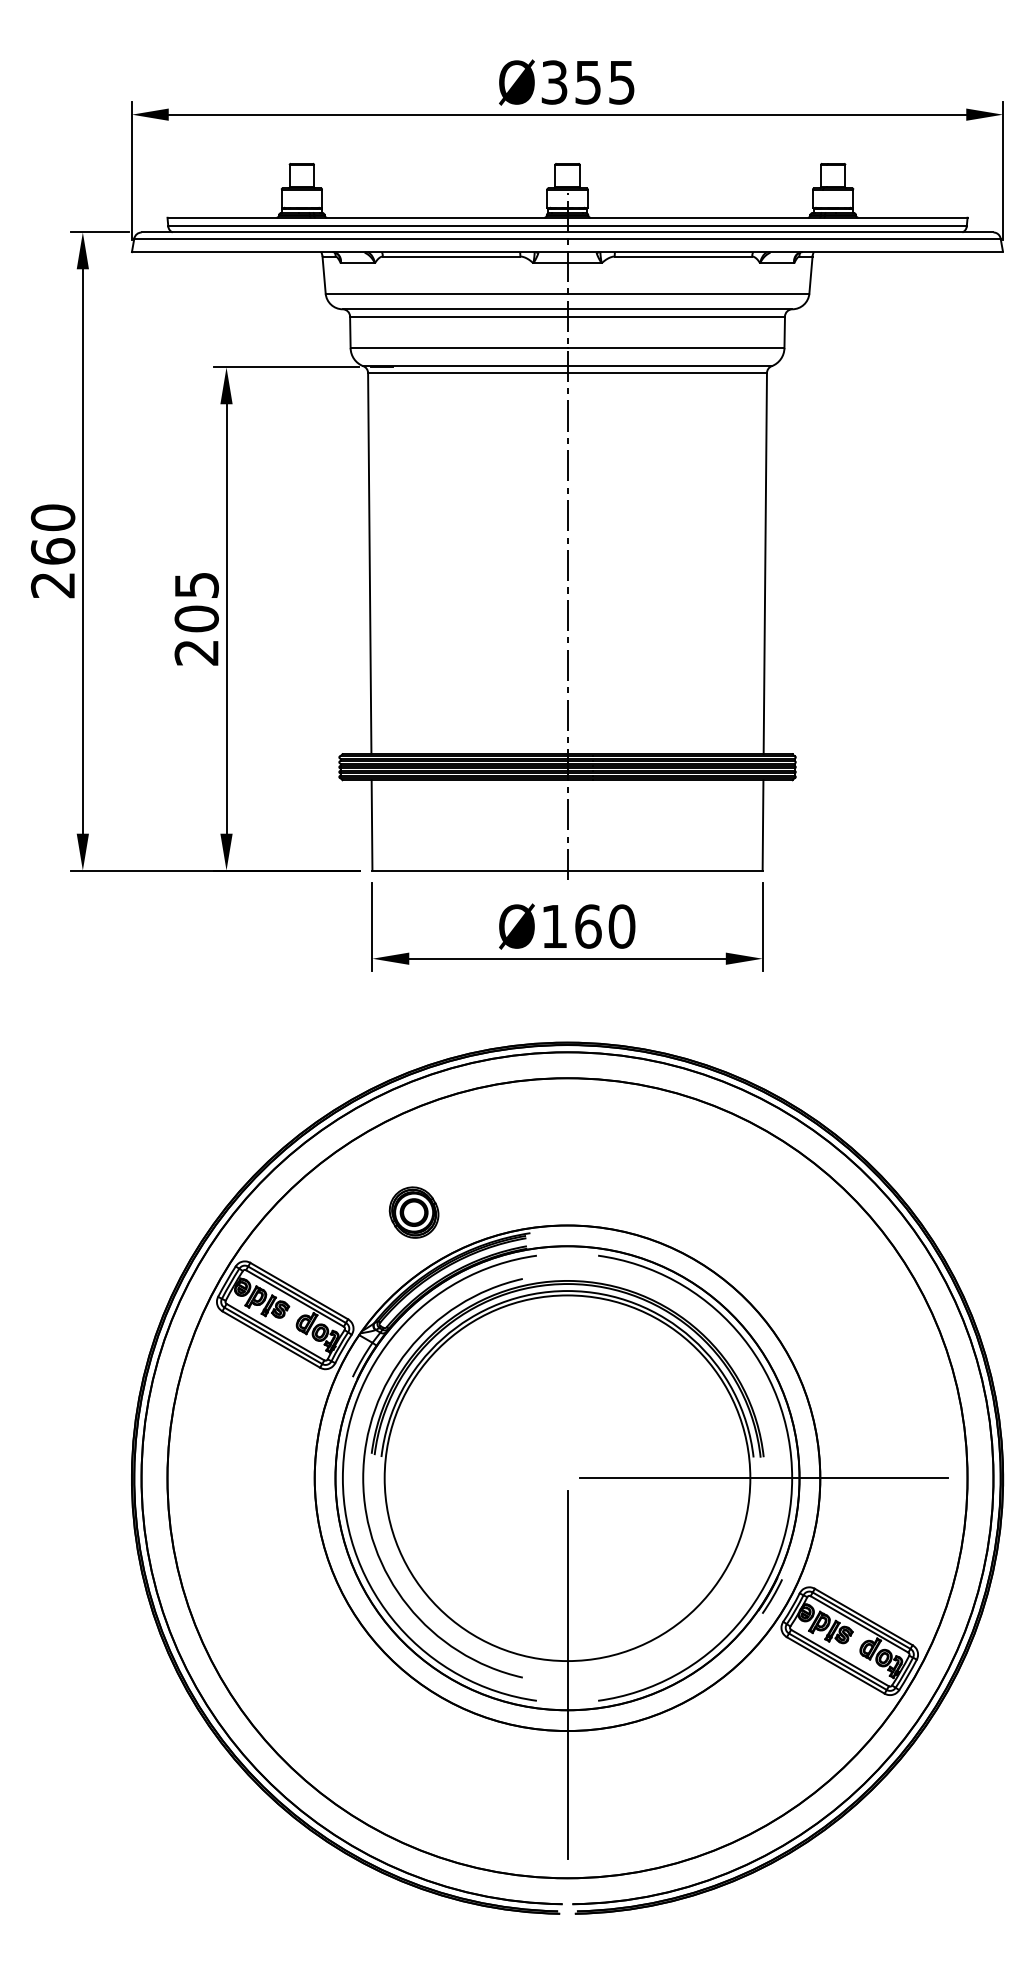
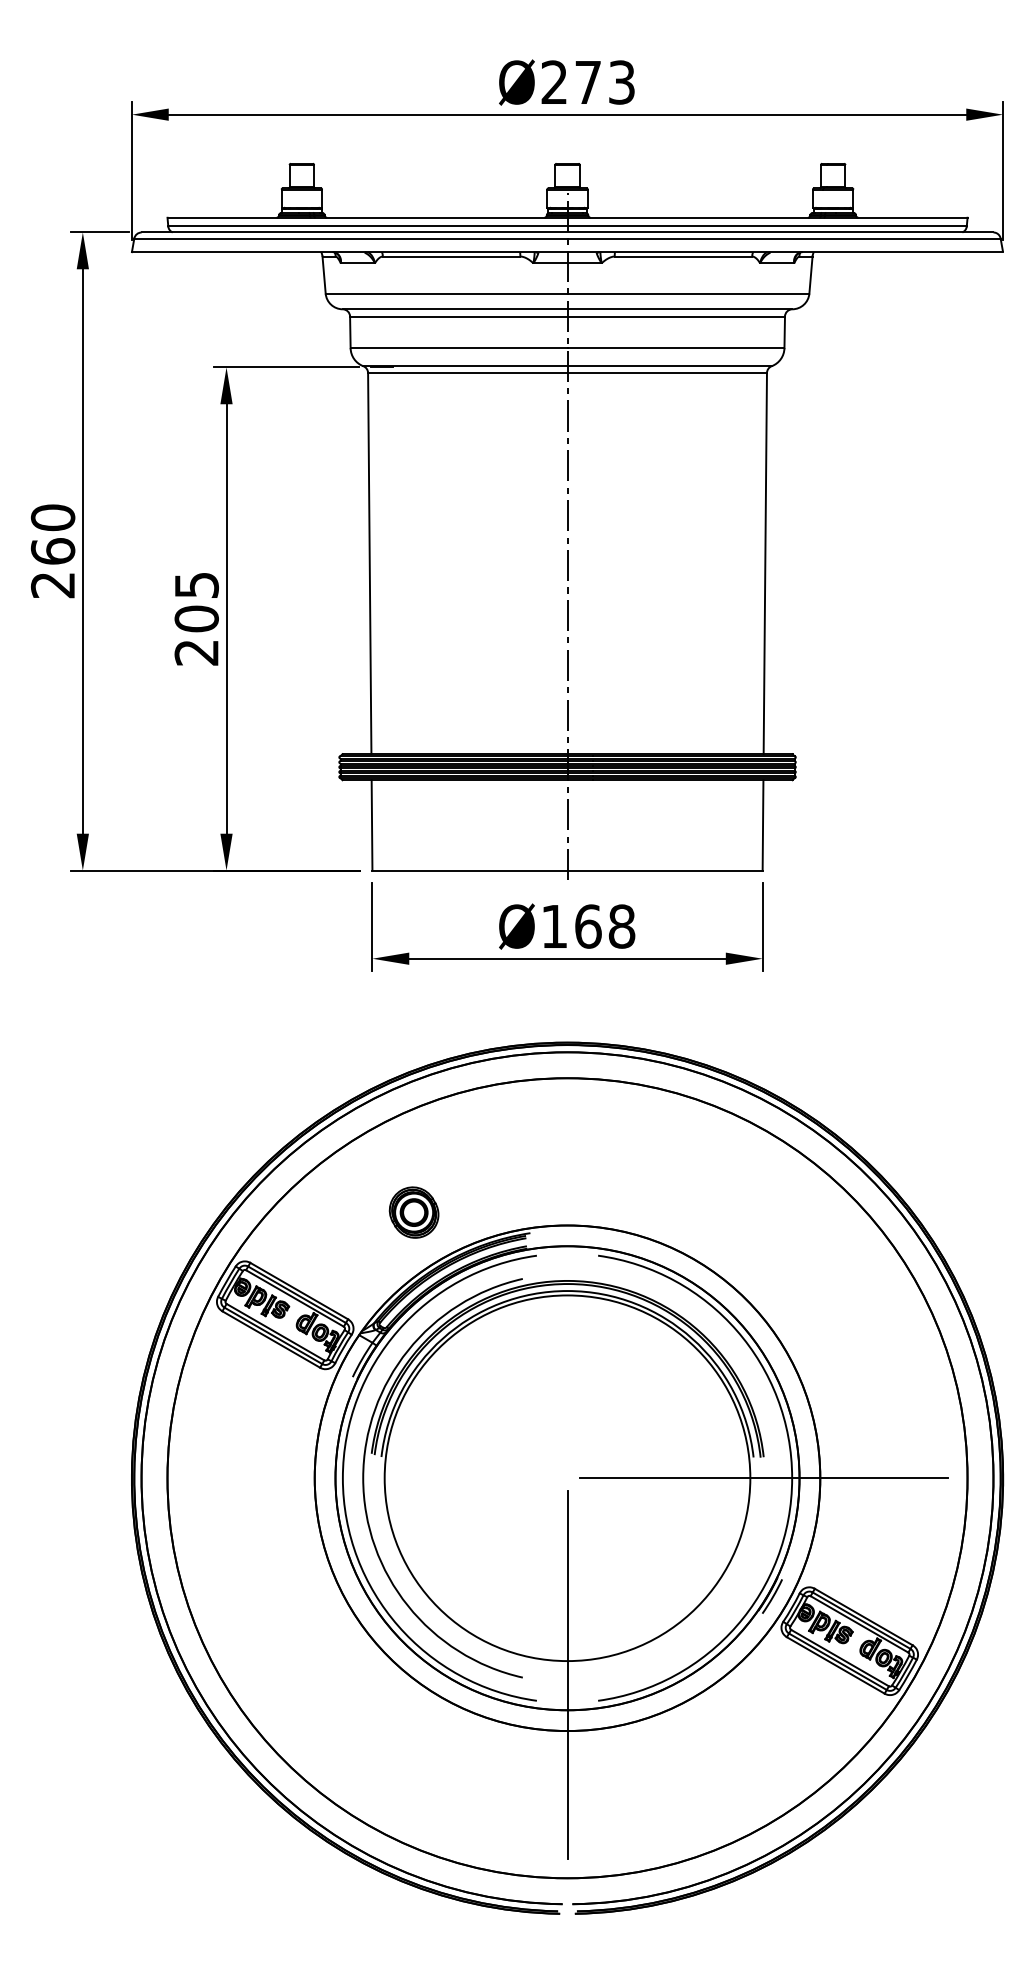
text at (587, 82): Ø355 -> Ø273
text at (621, 926): Ø160 -> Ø168
